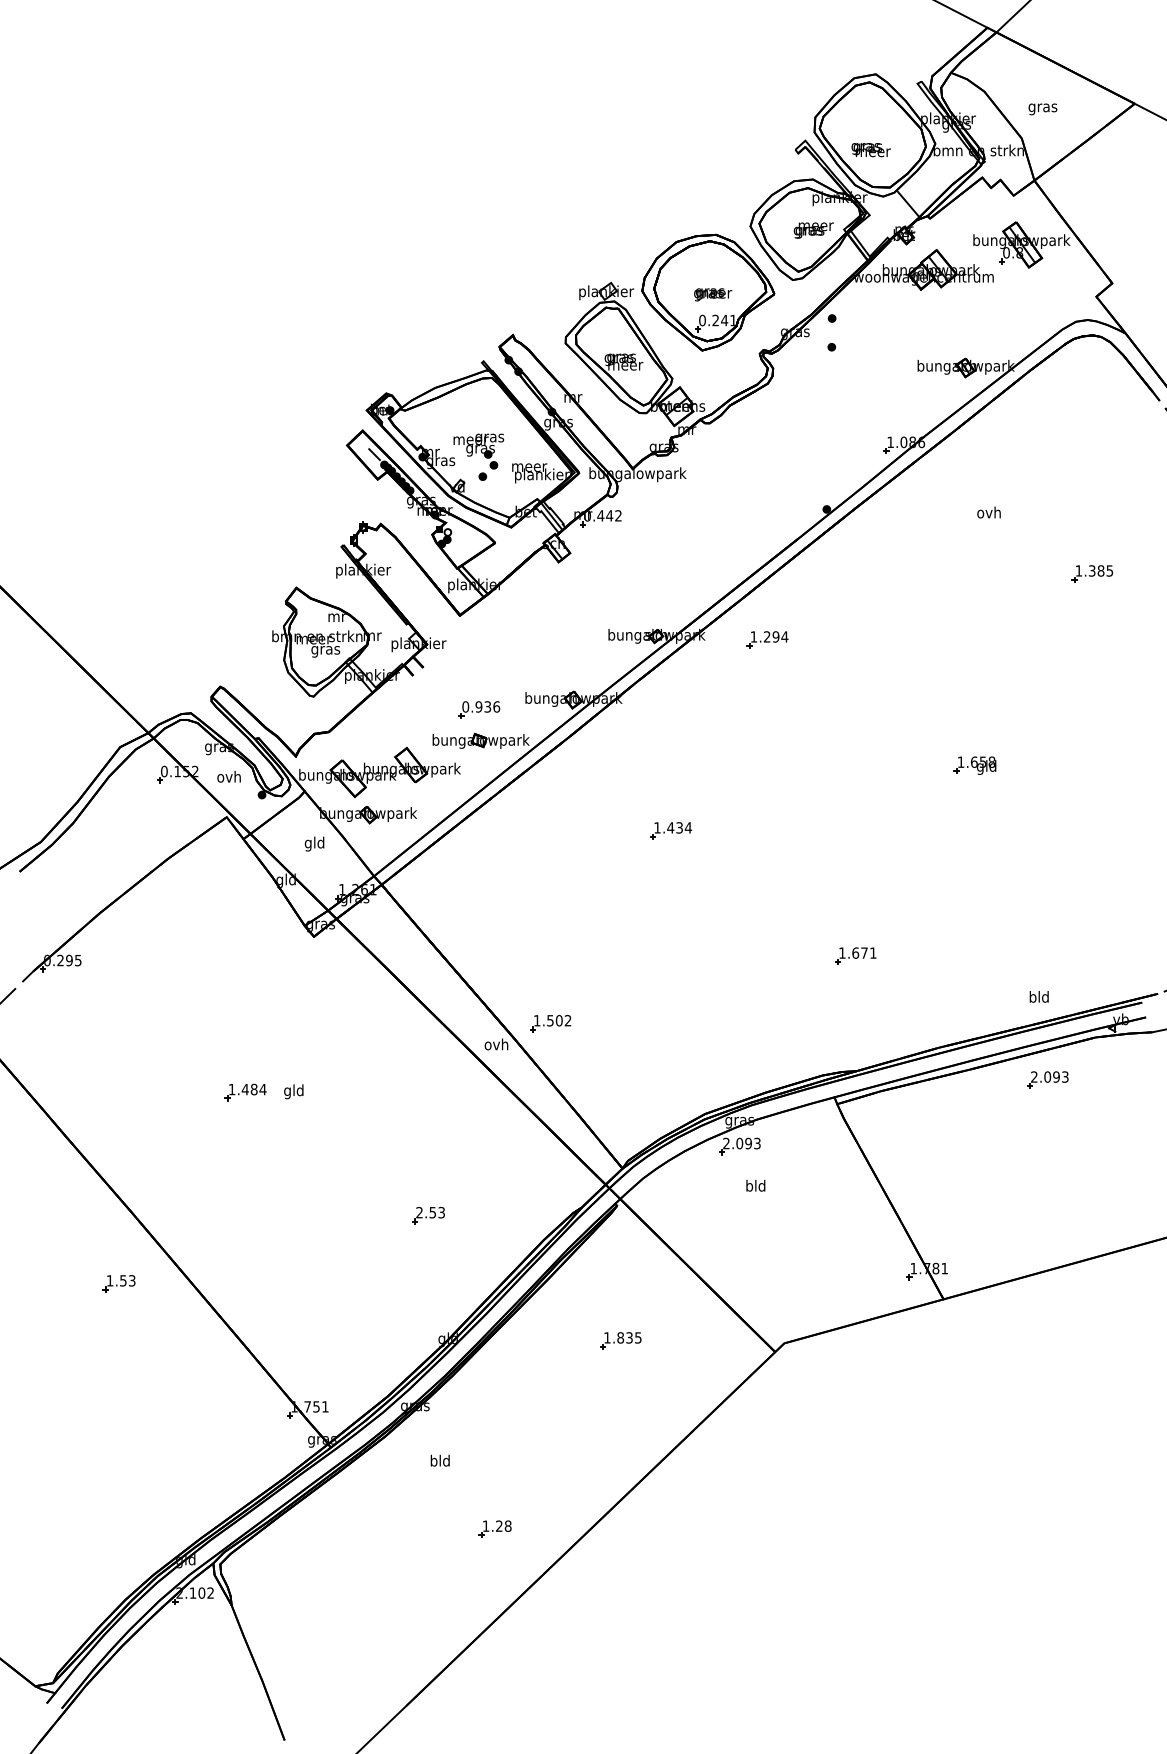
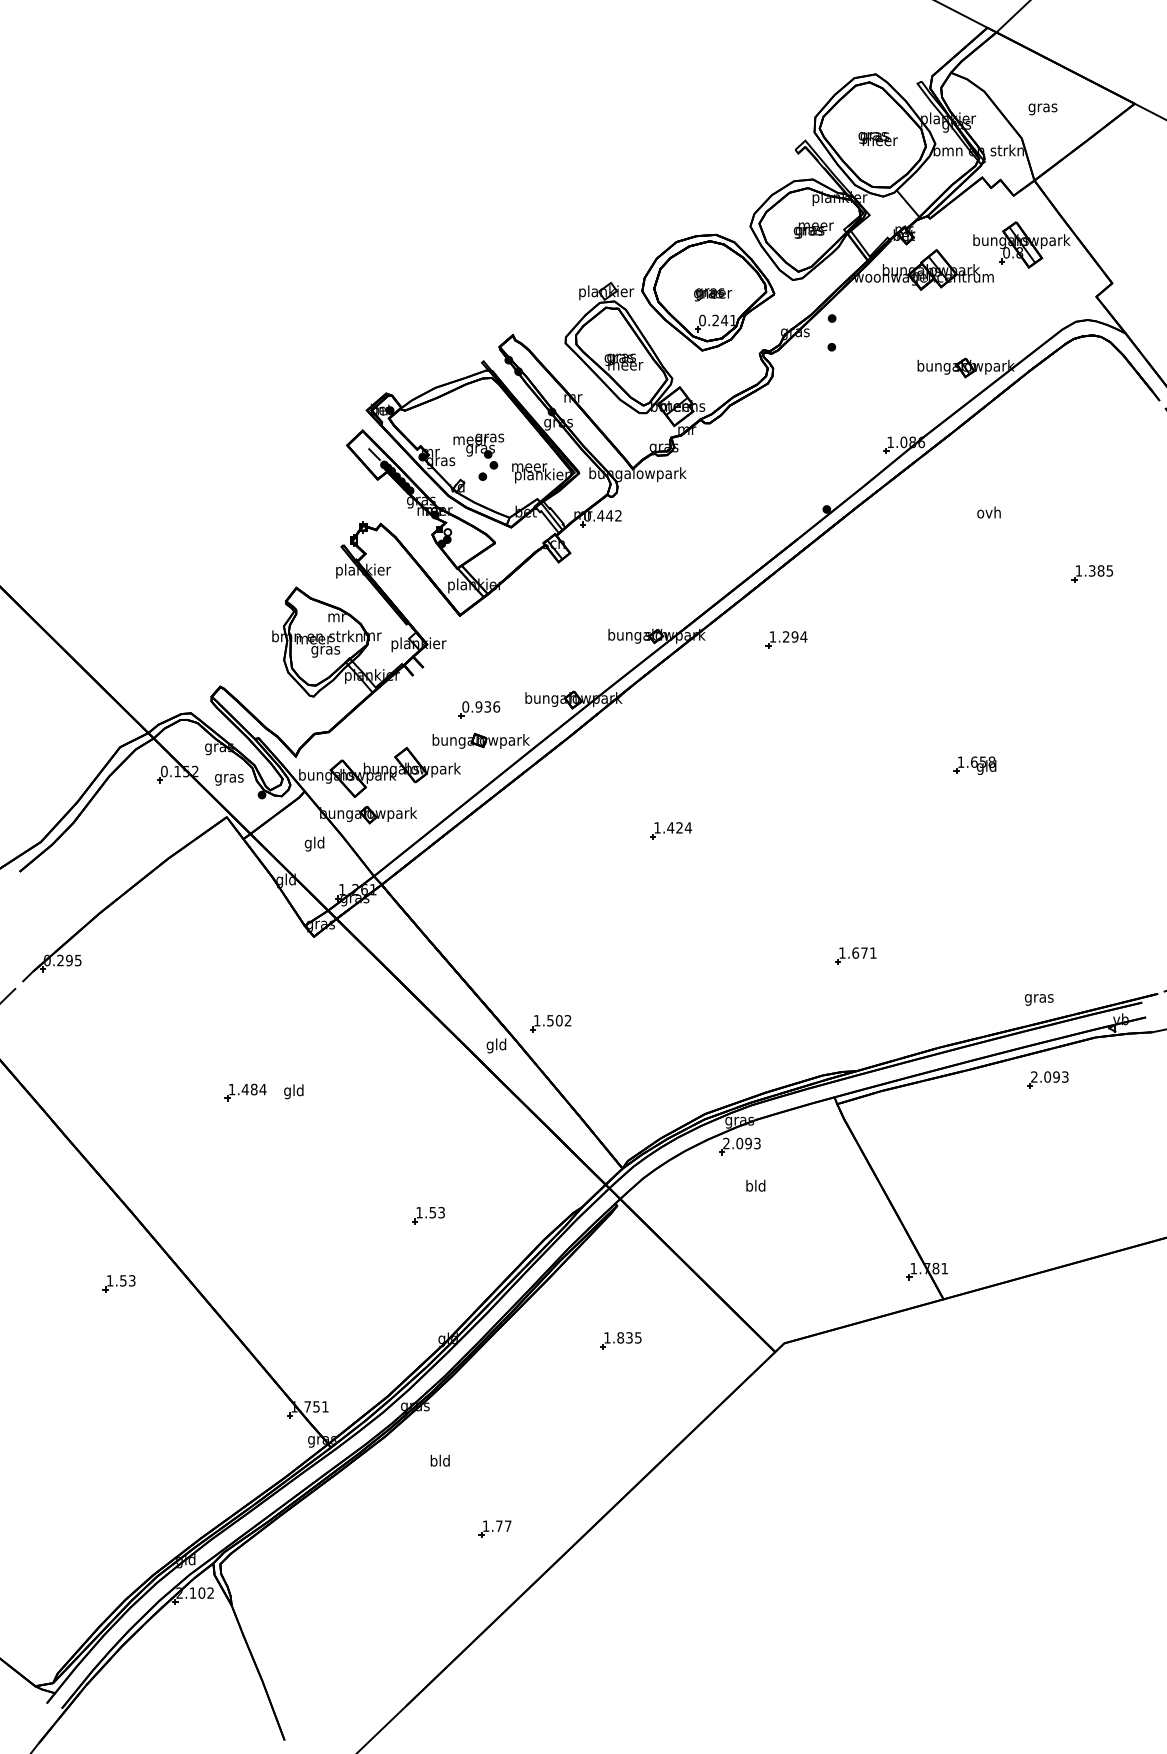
text at (870, 150) position: (870, 150) -> (877, 139)
part at (767, 639) position: (767, 639) -> (786, 639)
text at (229, 777): ovh -> gras
text at (679, 828): 1.434 -> 1.424
text at (1038, 998): bld -> gras
text at (496, 1045): ovh -> gld
text at (419, 1212): 2.53 -> 1.53
text at (503, 1525): 1.28 -> 1.77
